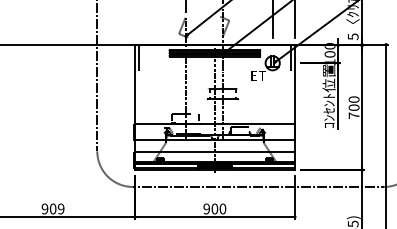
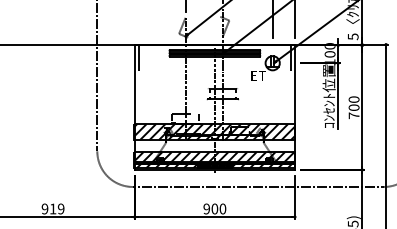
hatch at (214, 132): none -> present
hatch at (214, 160): none -> present
text at (52, 208): 909 -> 919
